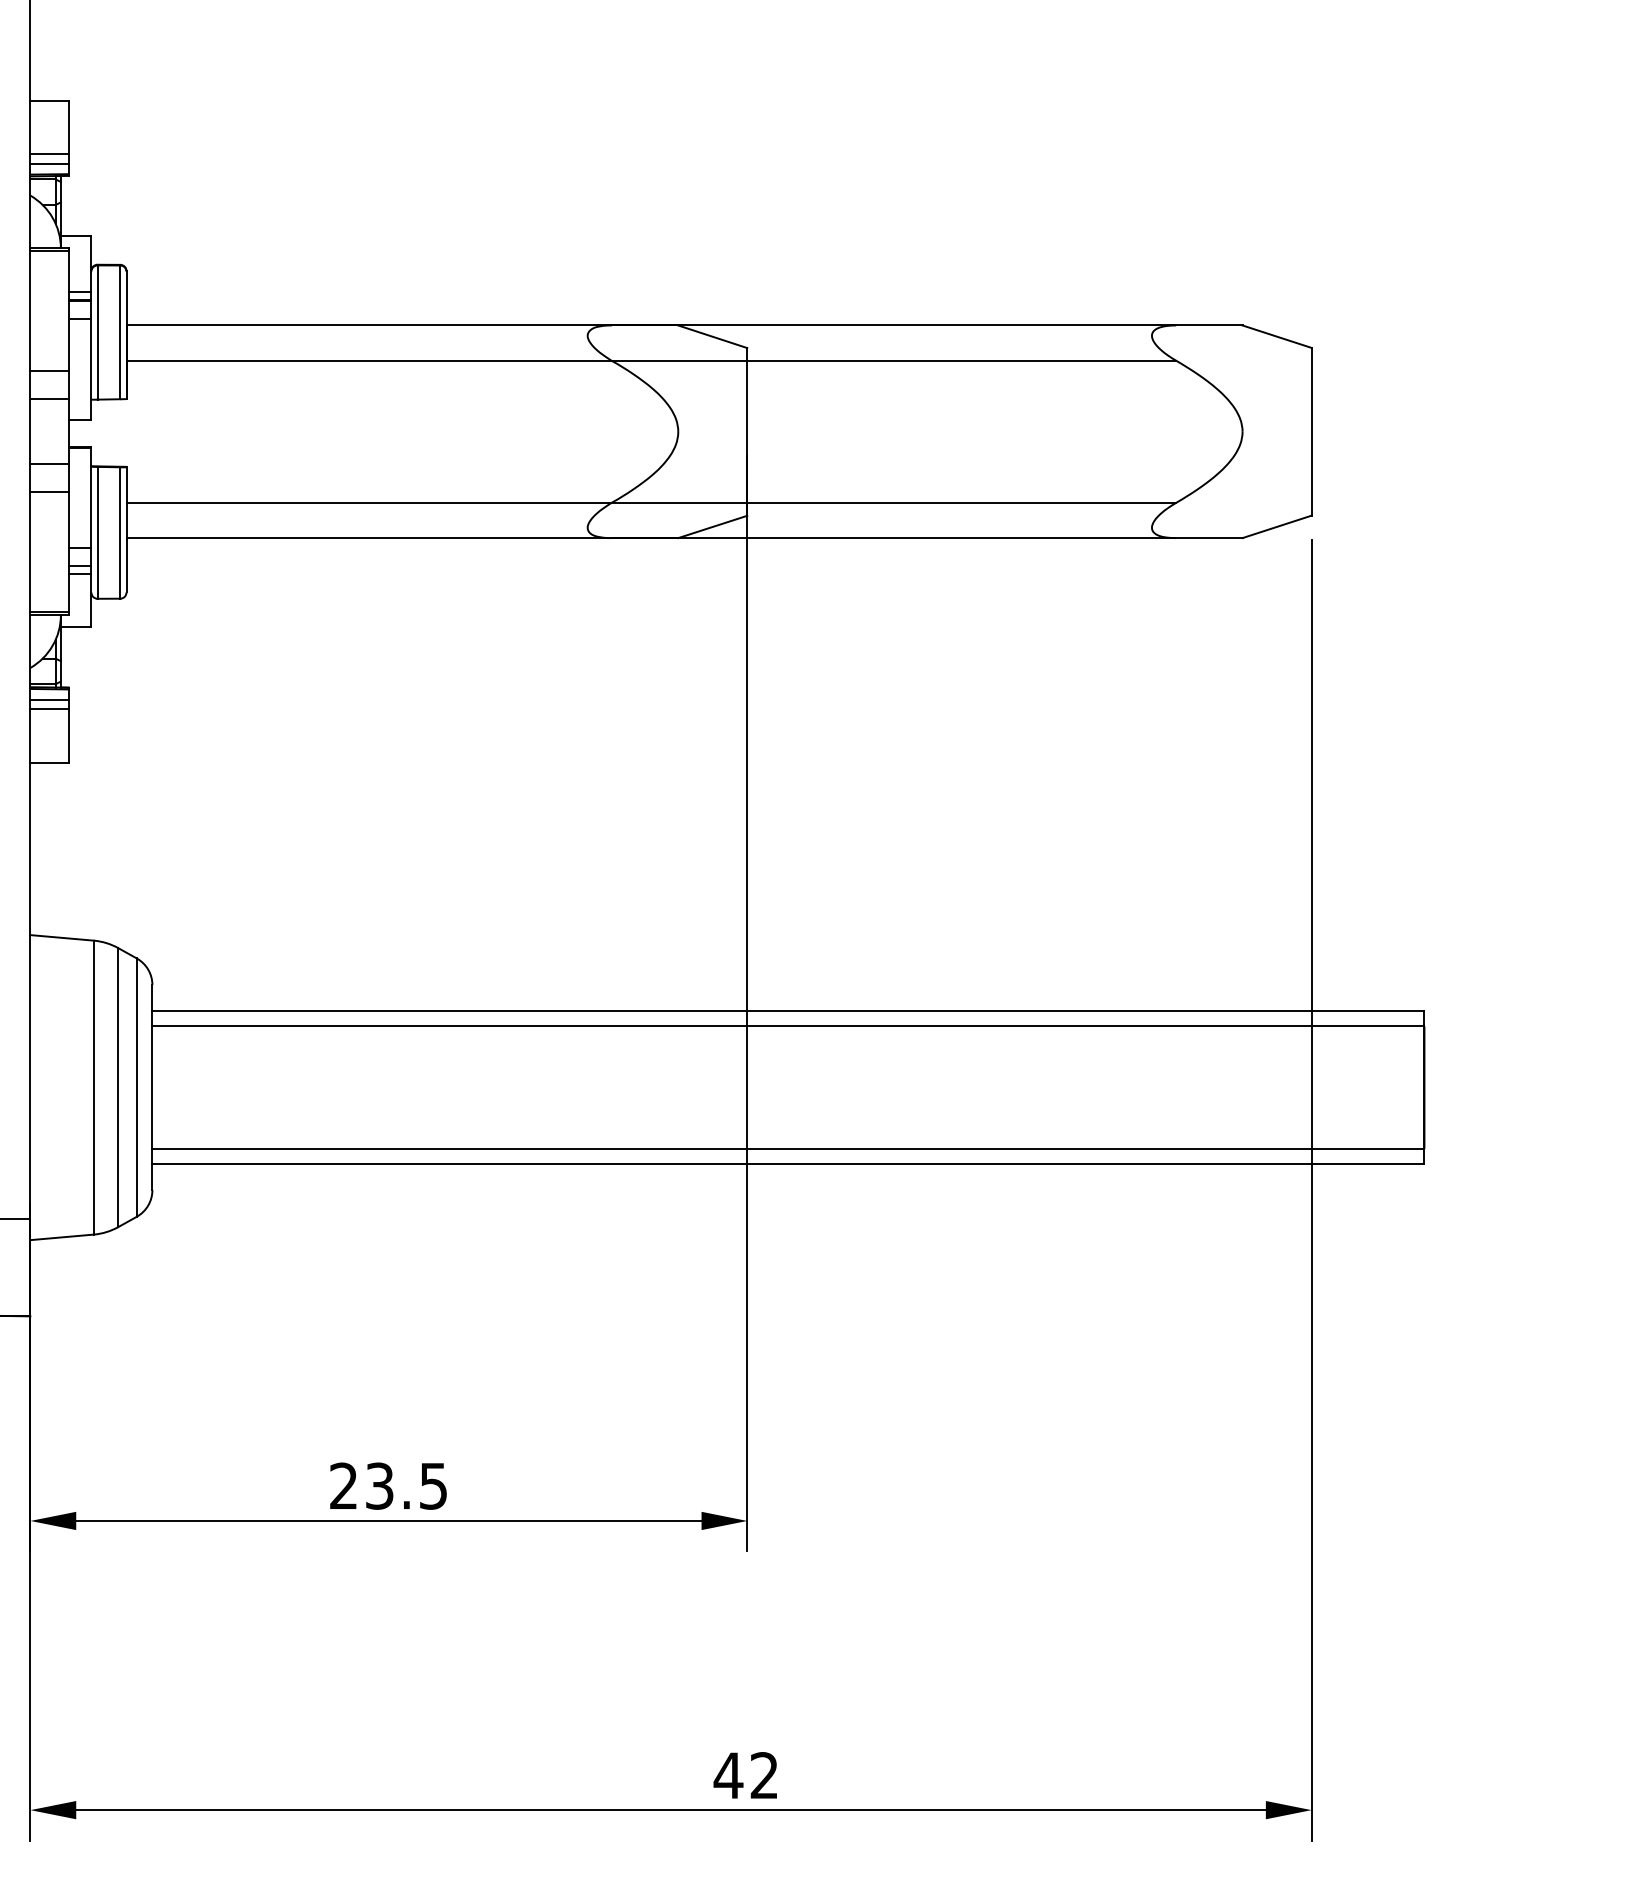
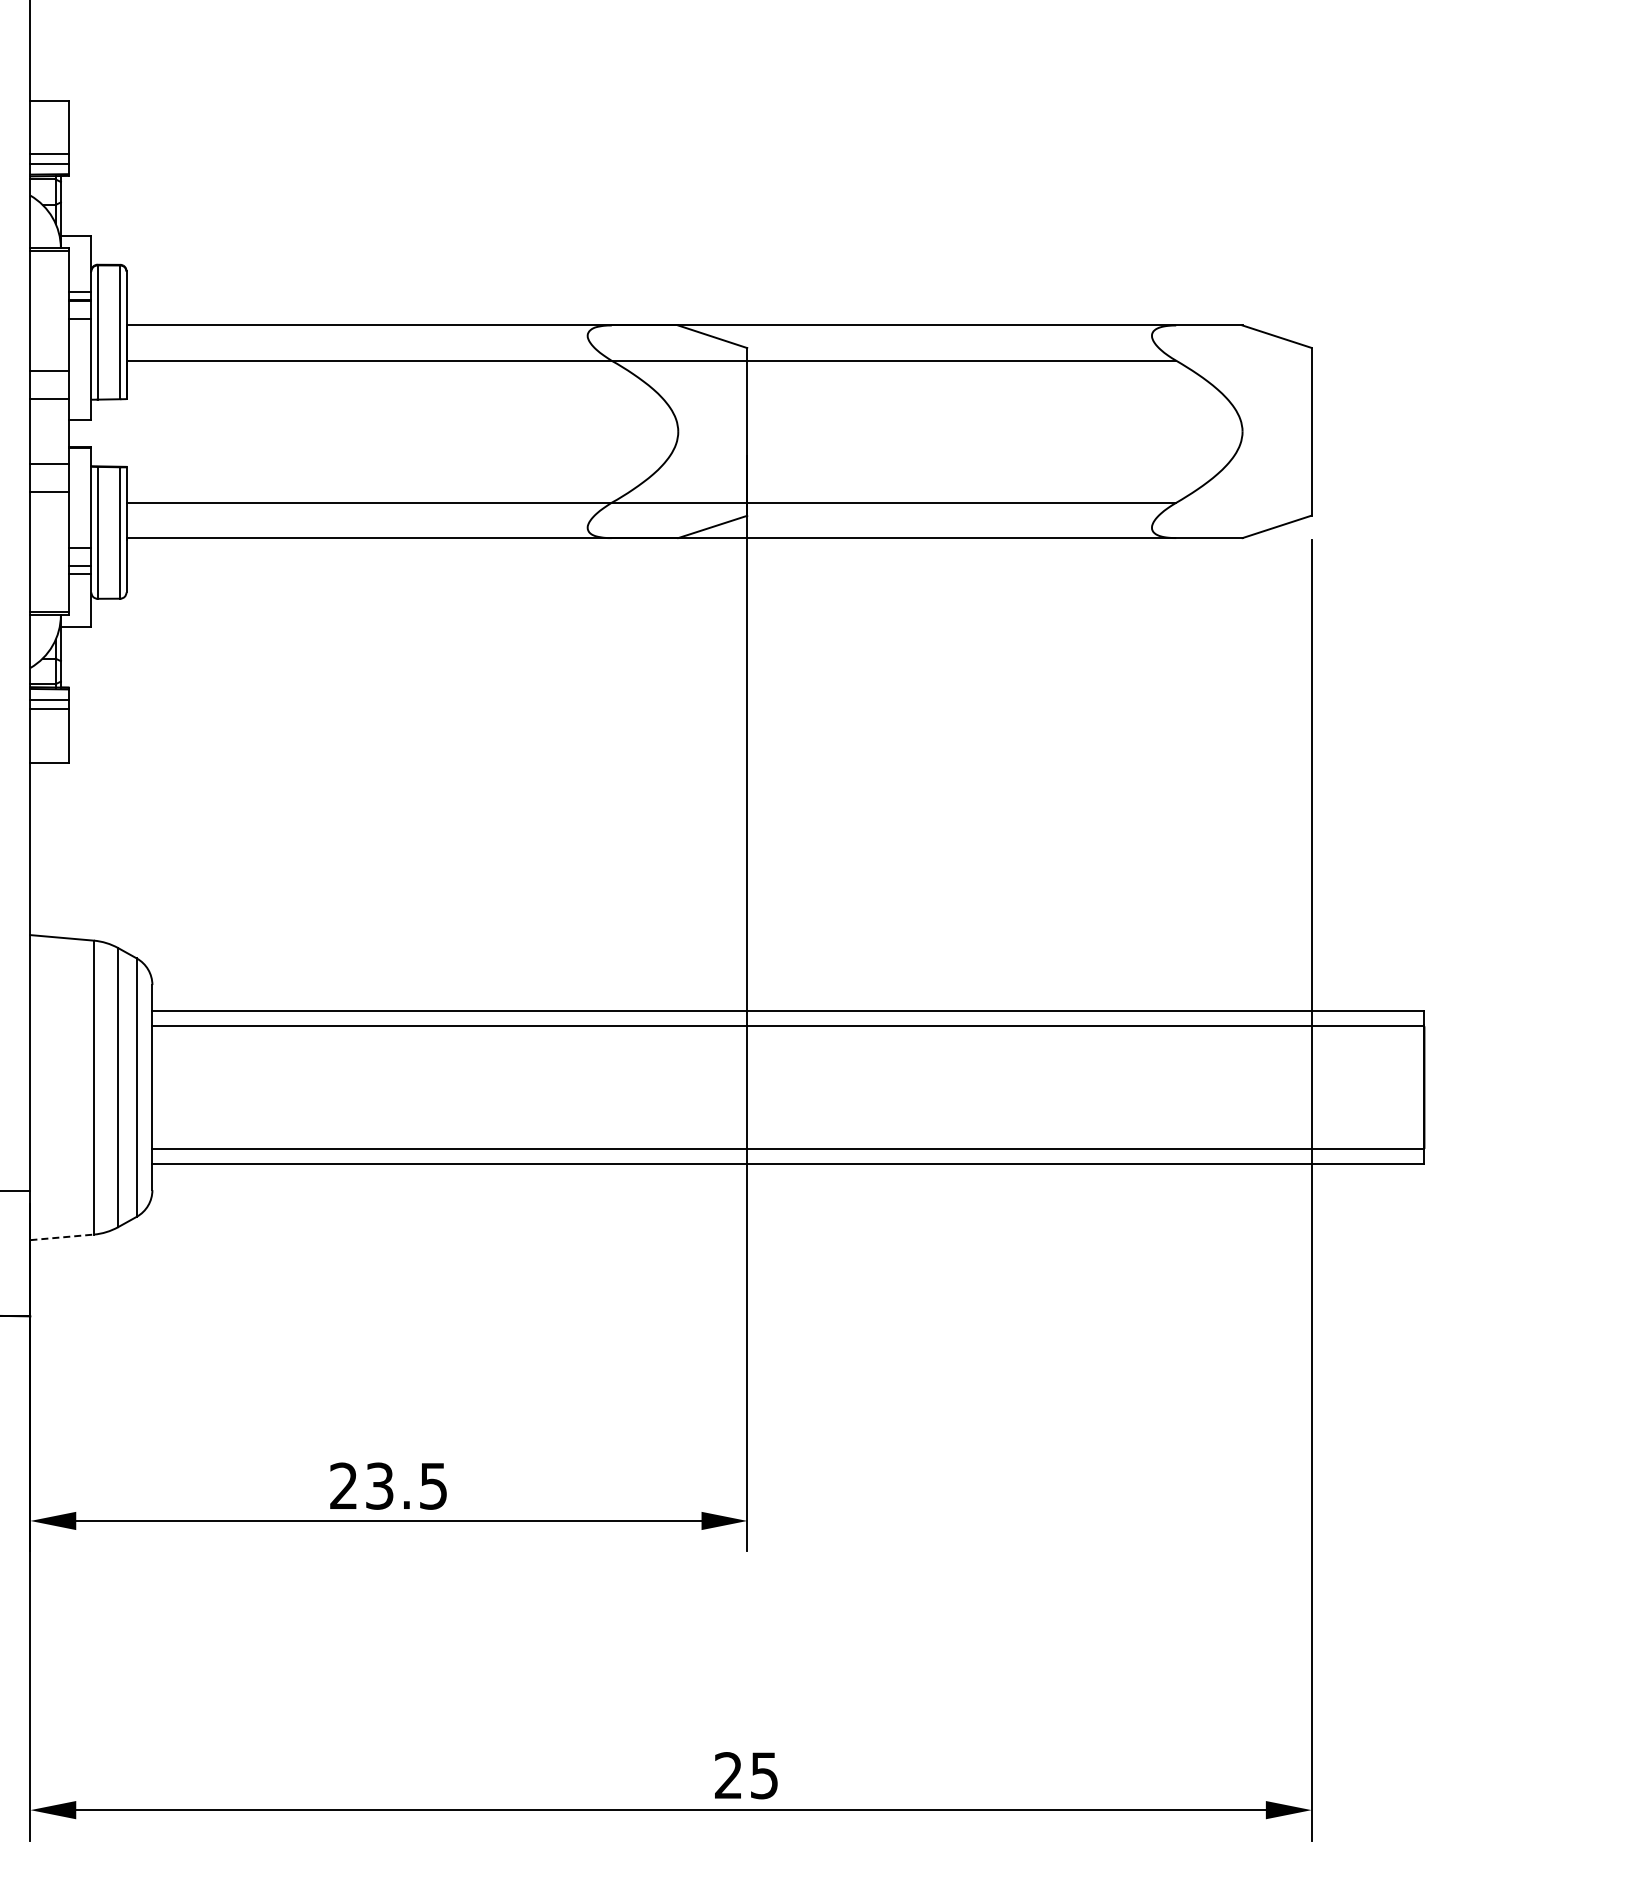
line at (16, 1218) position: (16, 1218) -> (16, 1190)
line at (62, 1237): solid -> dashed
text at (745, 1775): 42 -> 25
